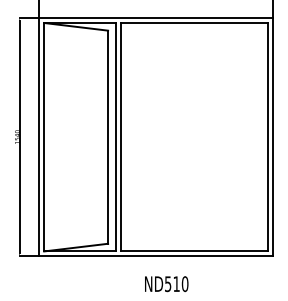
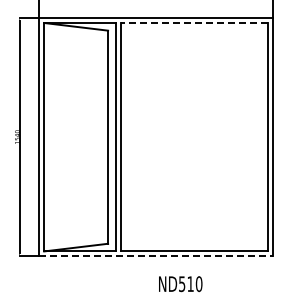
line at (194, 23): solid -> dashed
line at (156, 256): solid -> dashed
text at (166, 284) position: (166, 284) -> (180, 284)
